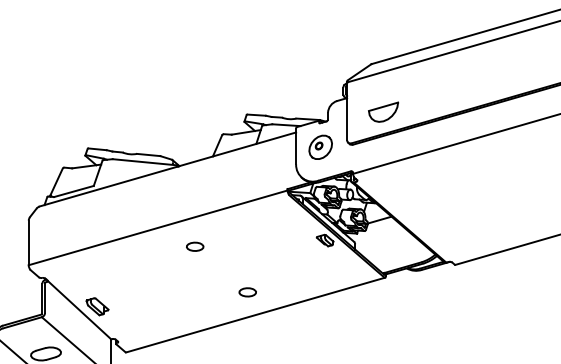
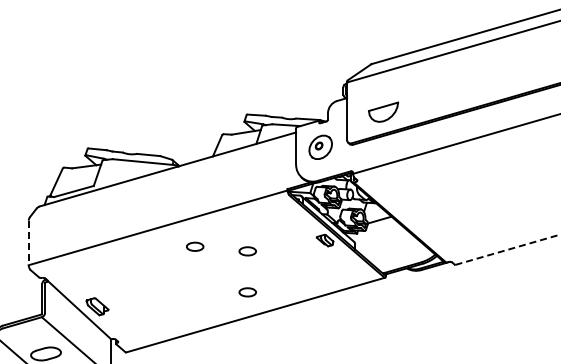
line at (28, 243): solid -> dashed
line at (508, 249): solid -> dashed
part at (247, 251): none -> present
